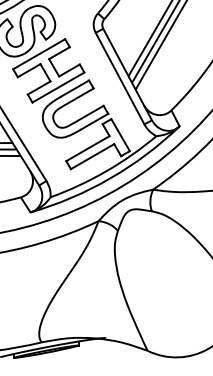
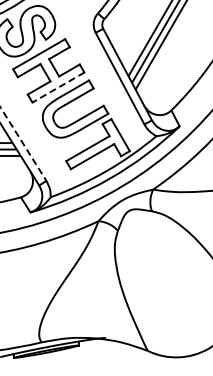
line at (58, 87): solid -> dashed
line at (23, 143): solid -> dashed
